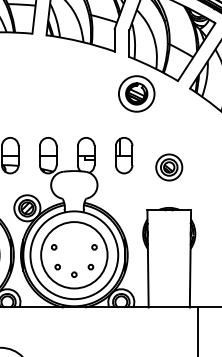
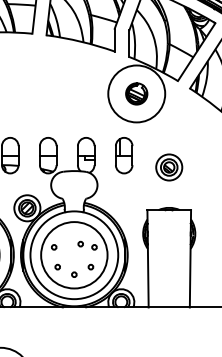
circle at (136, 93) diameter: 36 px -> 57 px
circle at (80, 243): none -> present
line at (197, 330): present -> none
